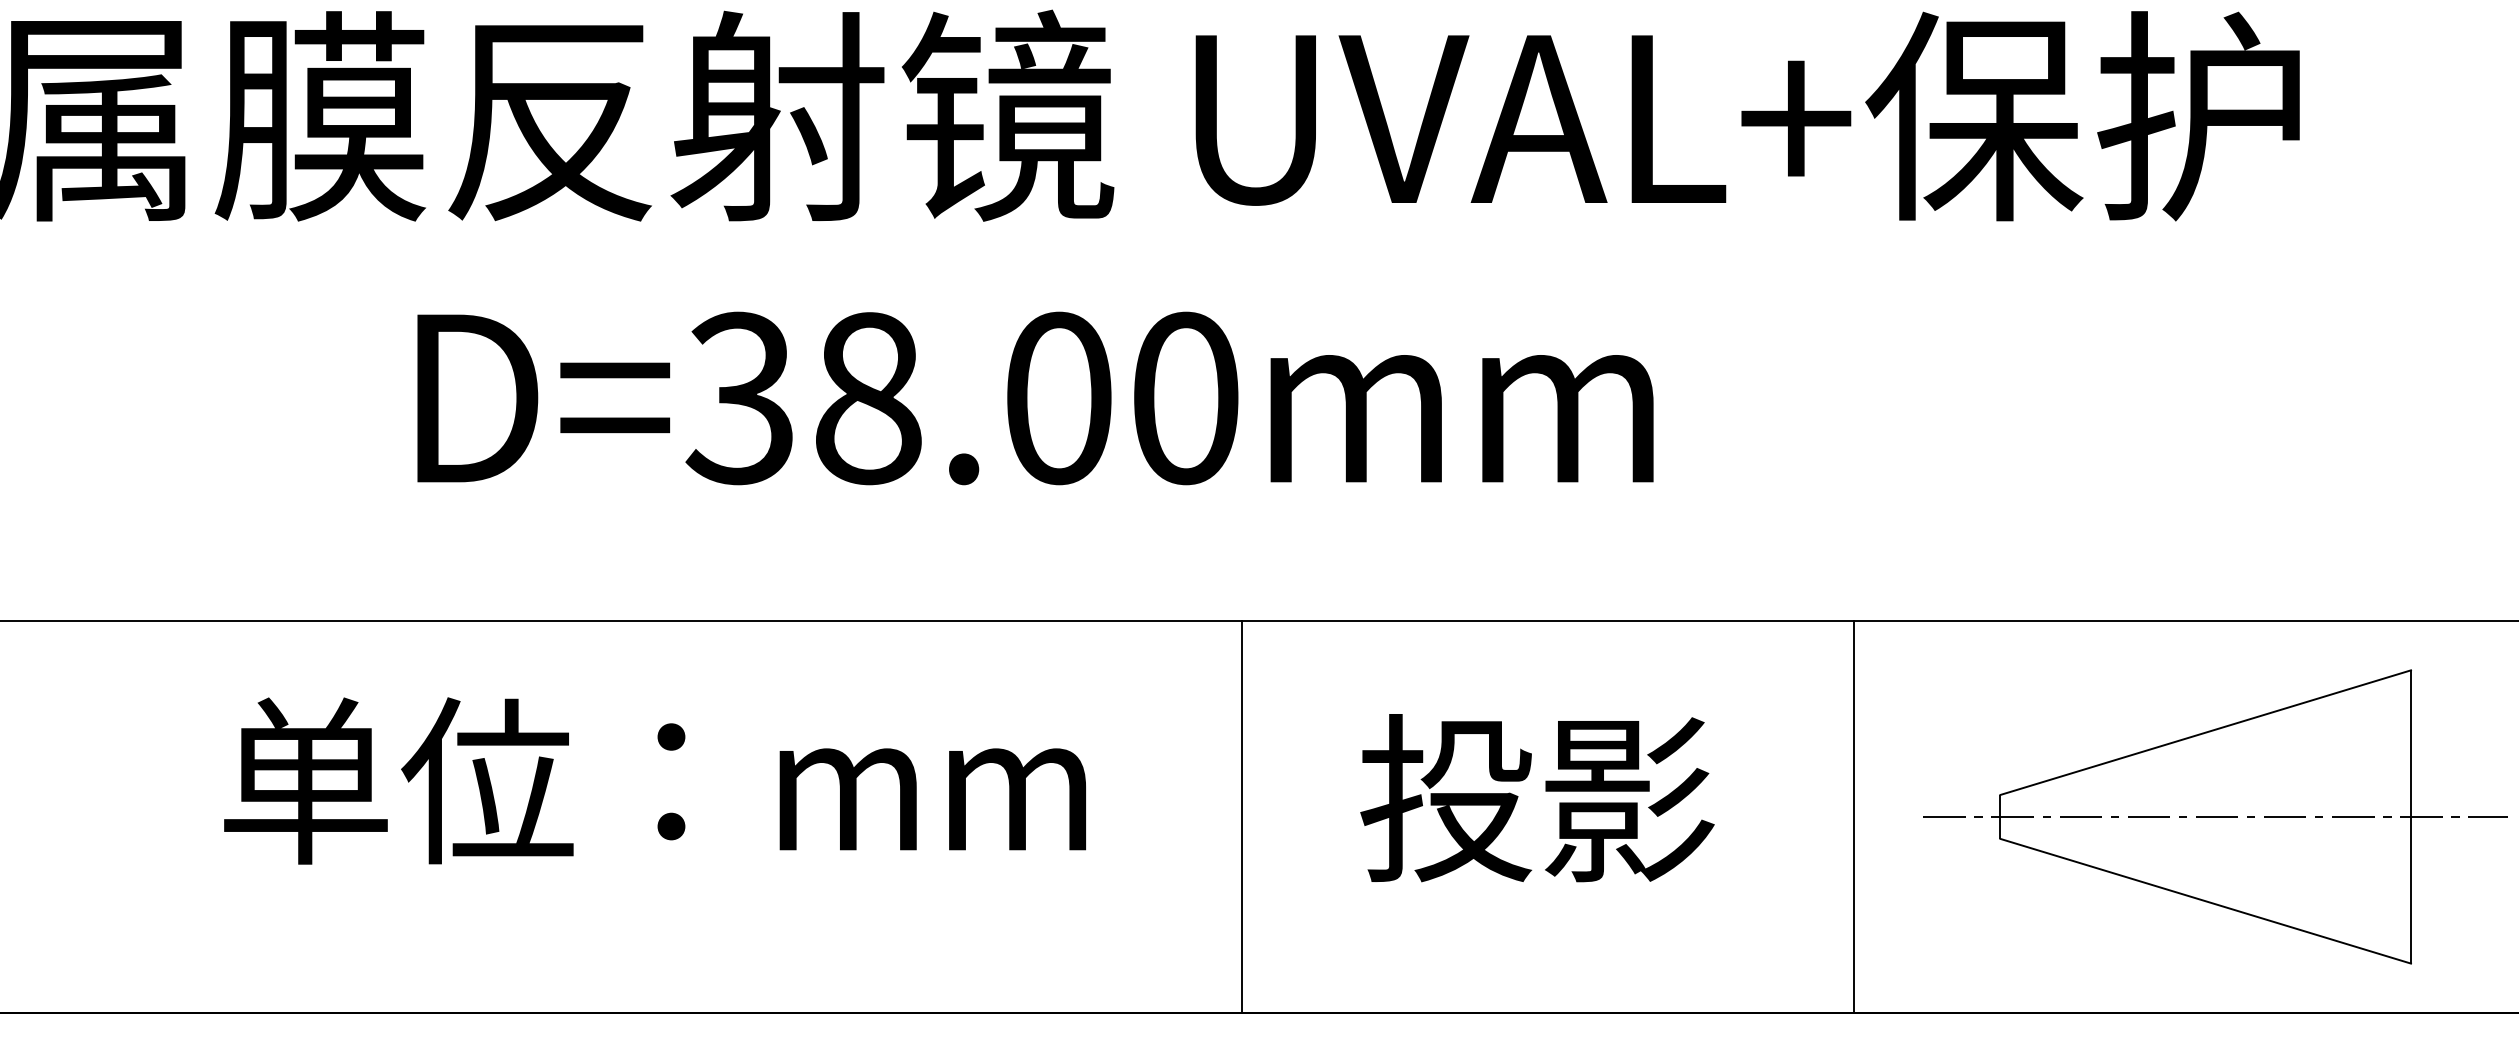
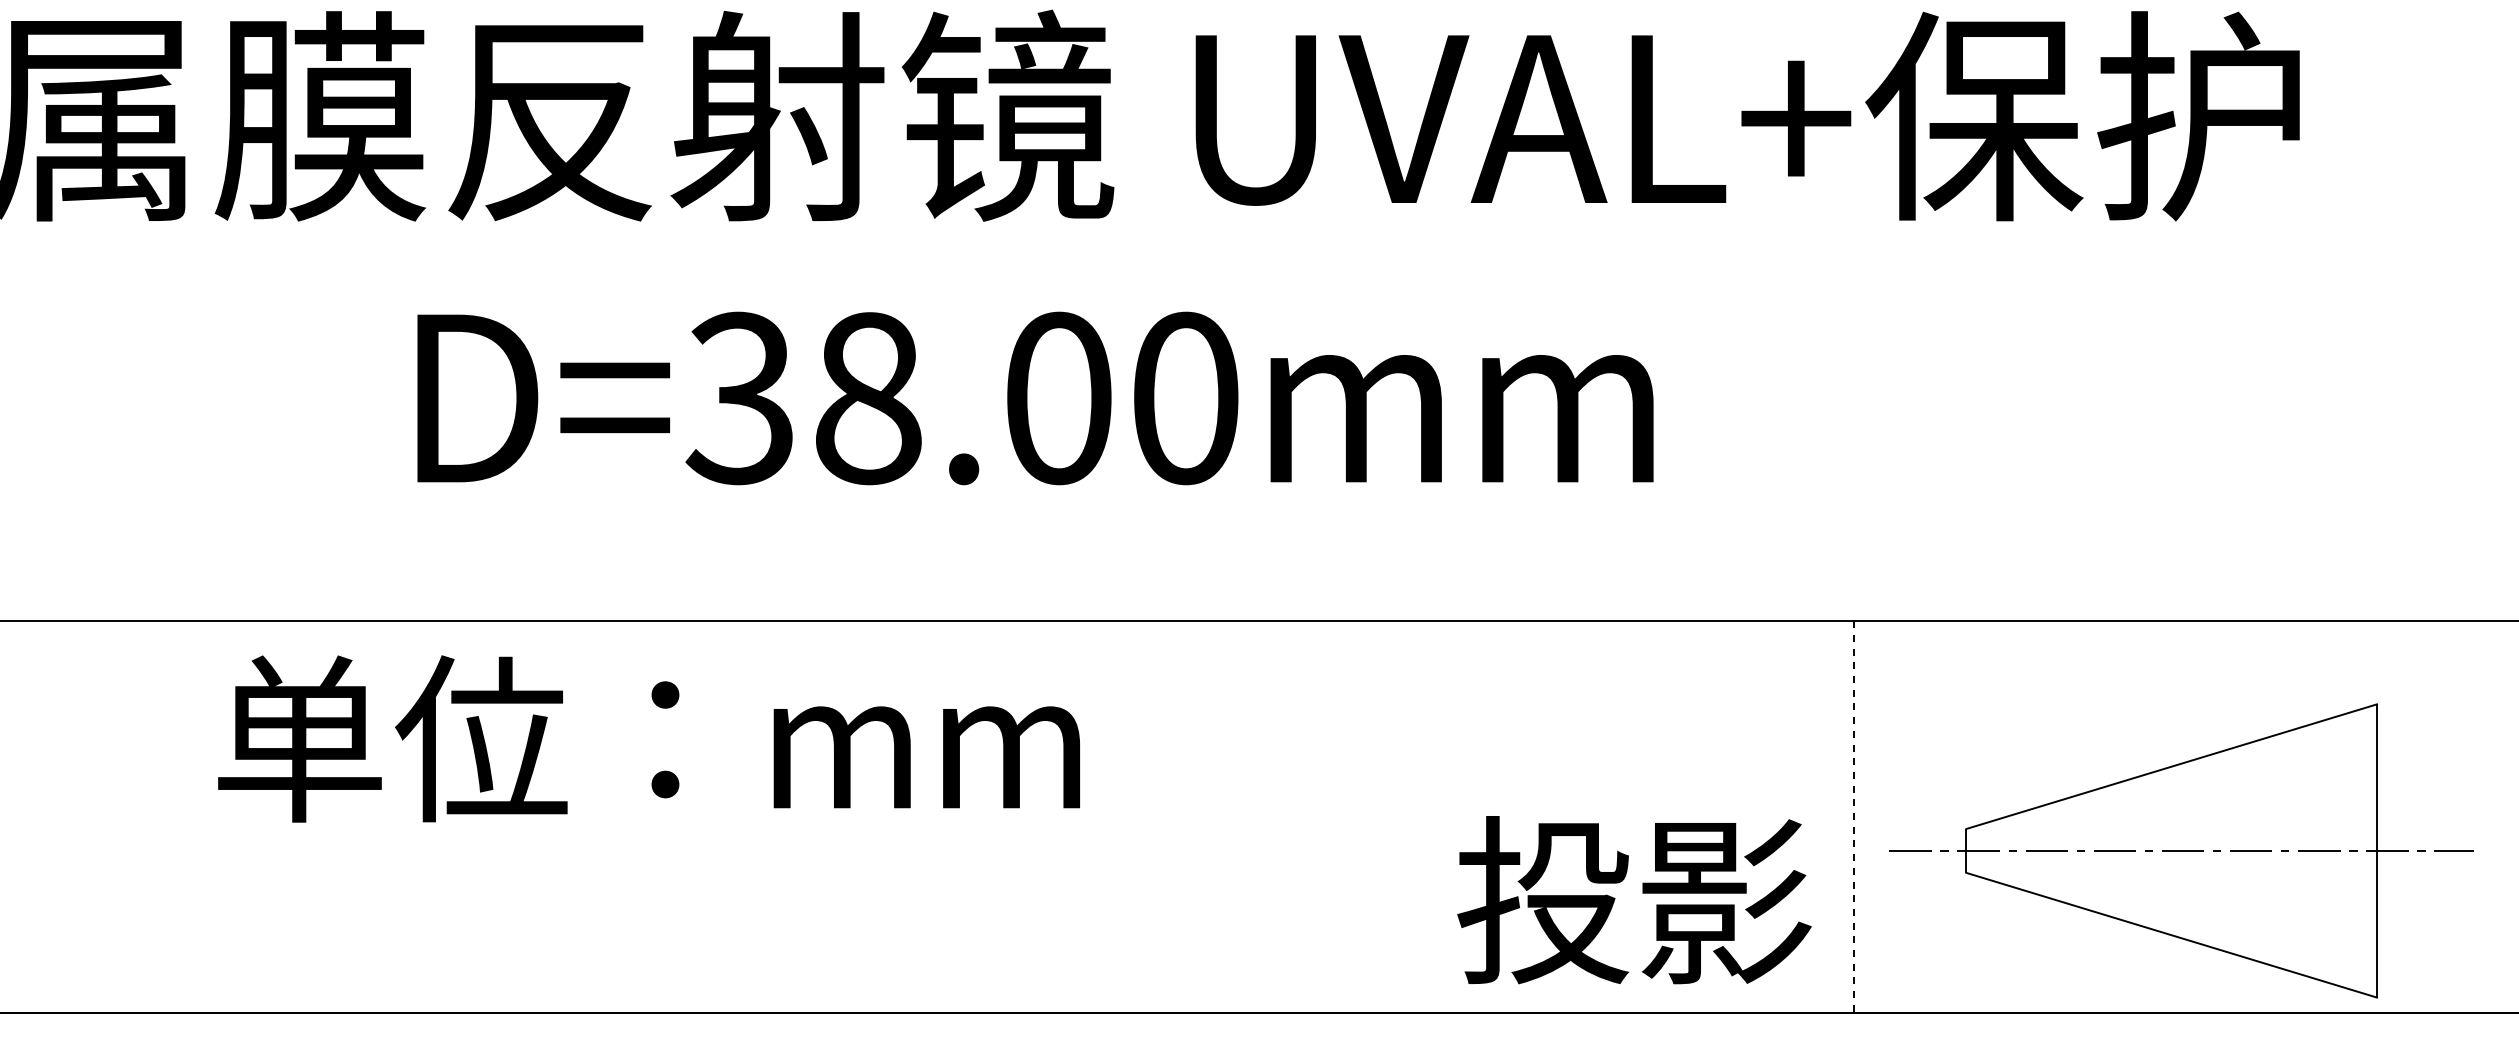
text at (654, 780) position: (654, 780) -> (648, 738)
text at (1537, 798) position: (1537, 798) -> (1634, 900)
line at (1241, 816): present -> none
line at (1853, 816): solid -> dashed
part at (2215, 816) position: (2215, 816) -> (2181, 850)
